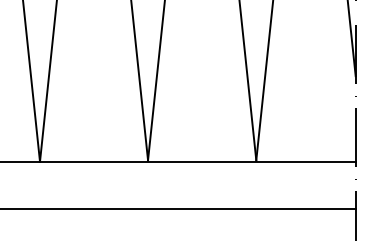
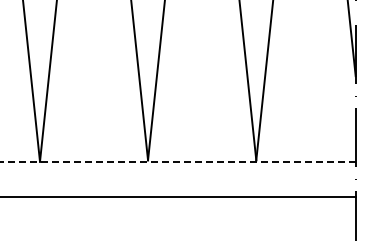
line at (178, 161): solid -> dashed
line at (178, 208) position: (178, 208) -> (178, 196)
